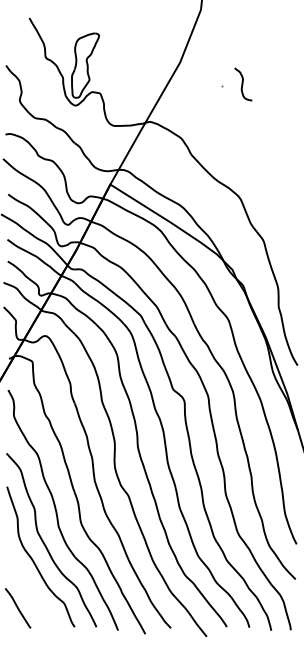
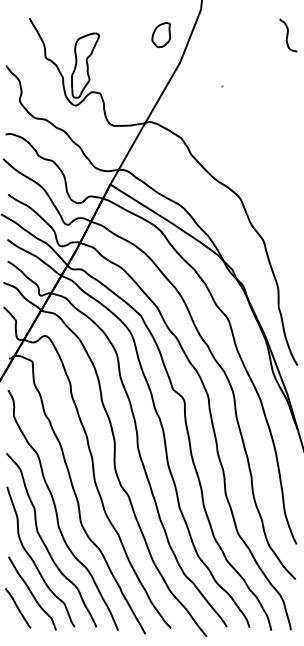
part at (160, 35): none -> present
curve at (243, 84) position: (243, 84) -> (288, 35)
curve at (32, 593): none -> present
